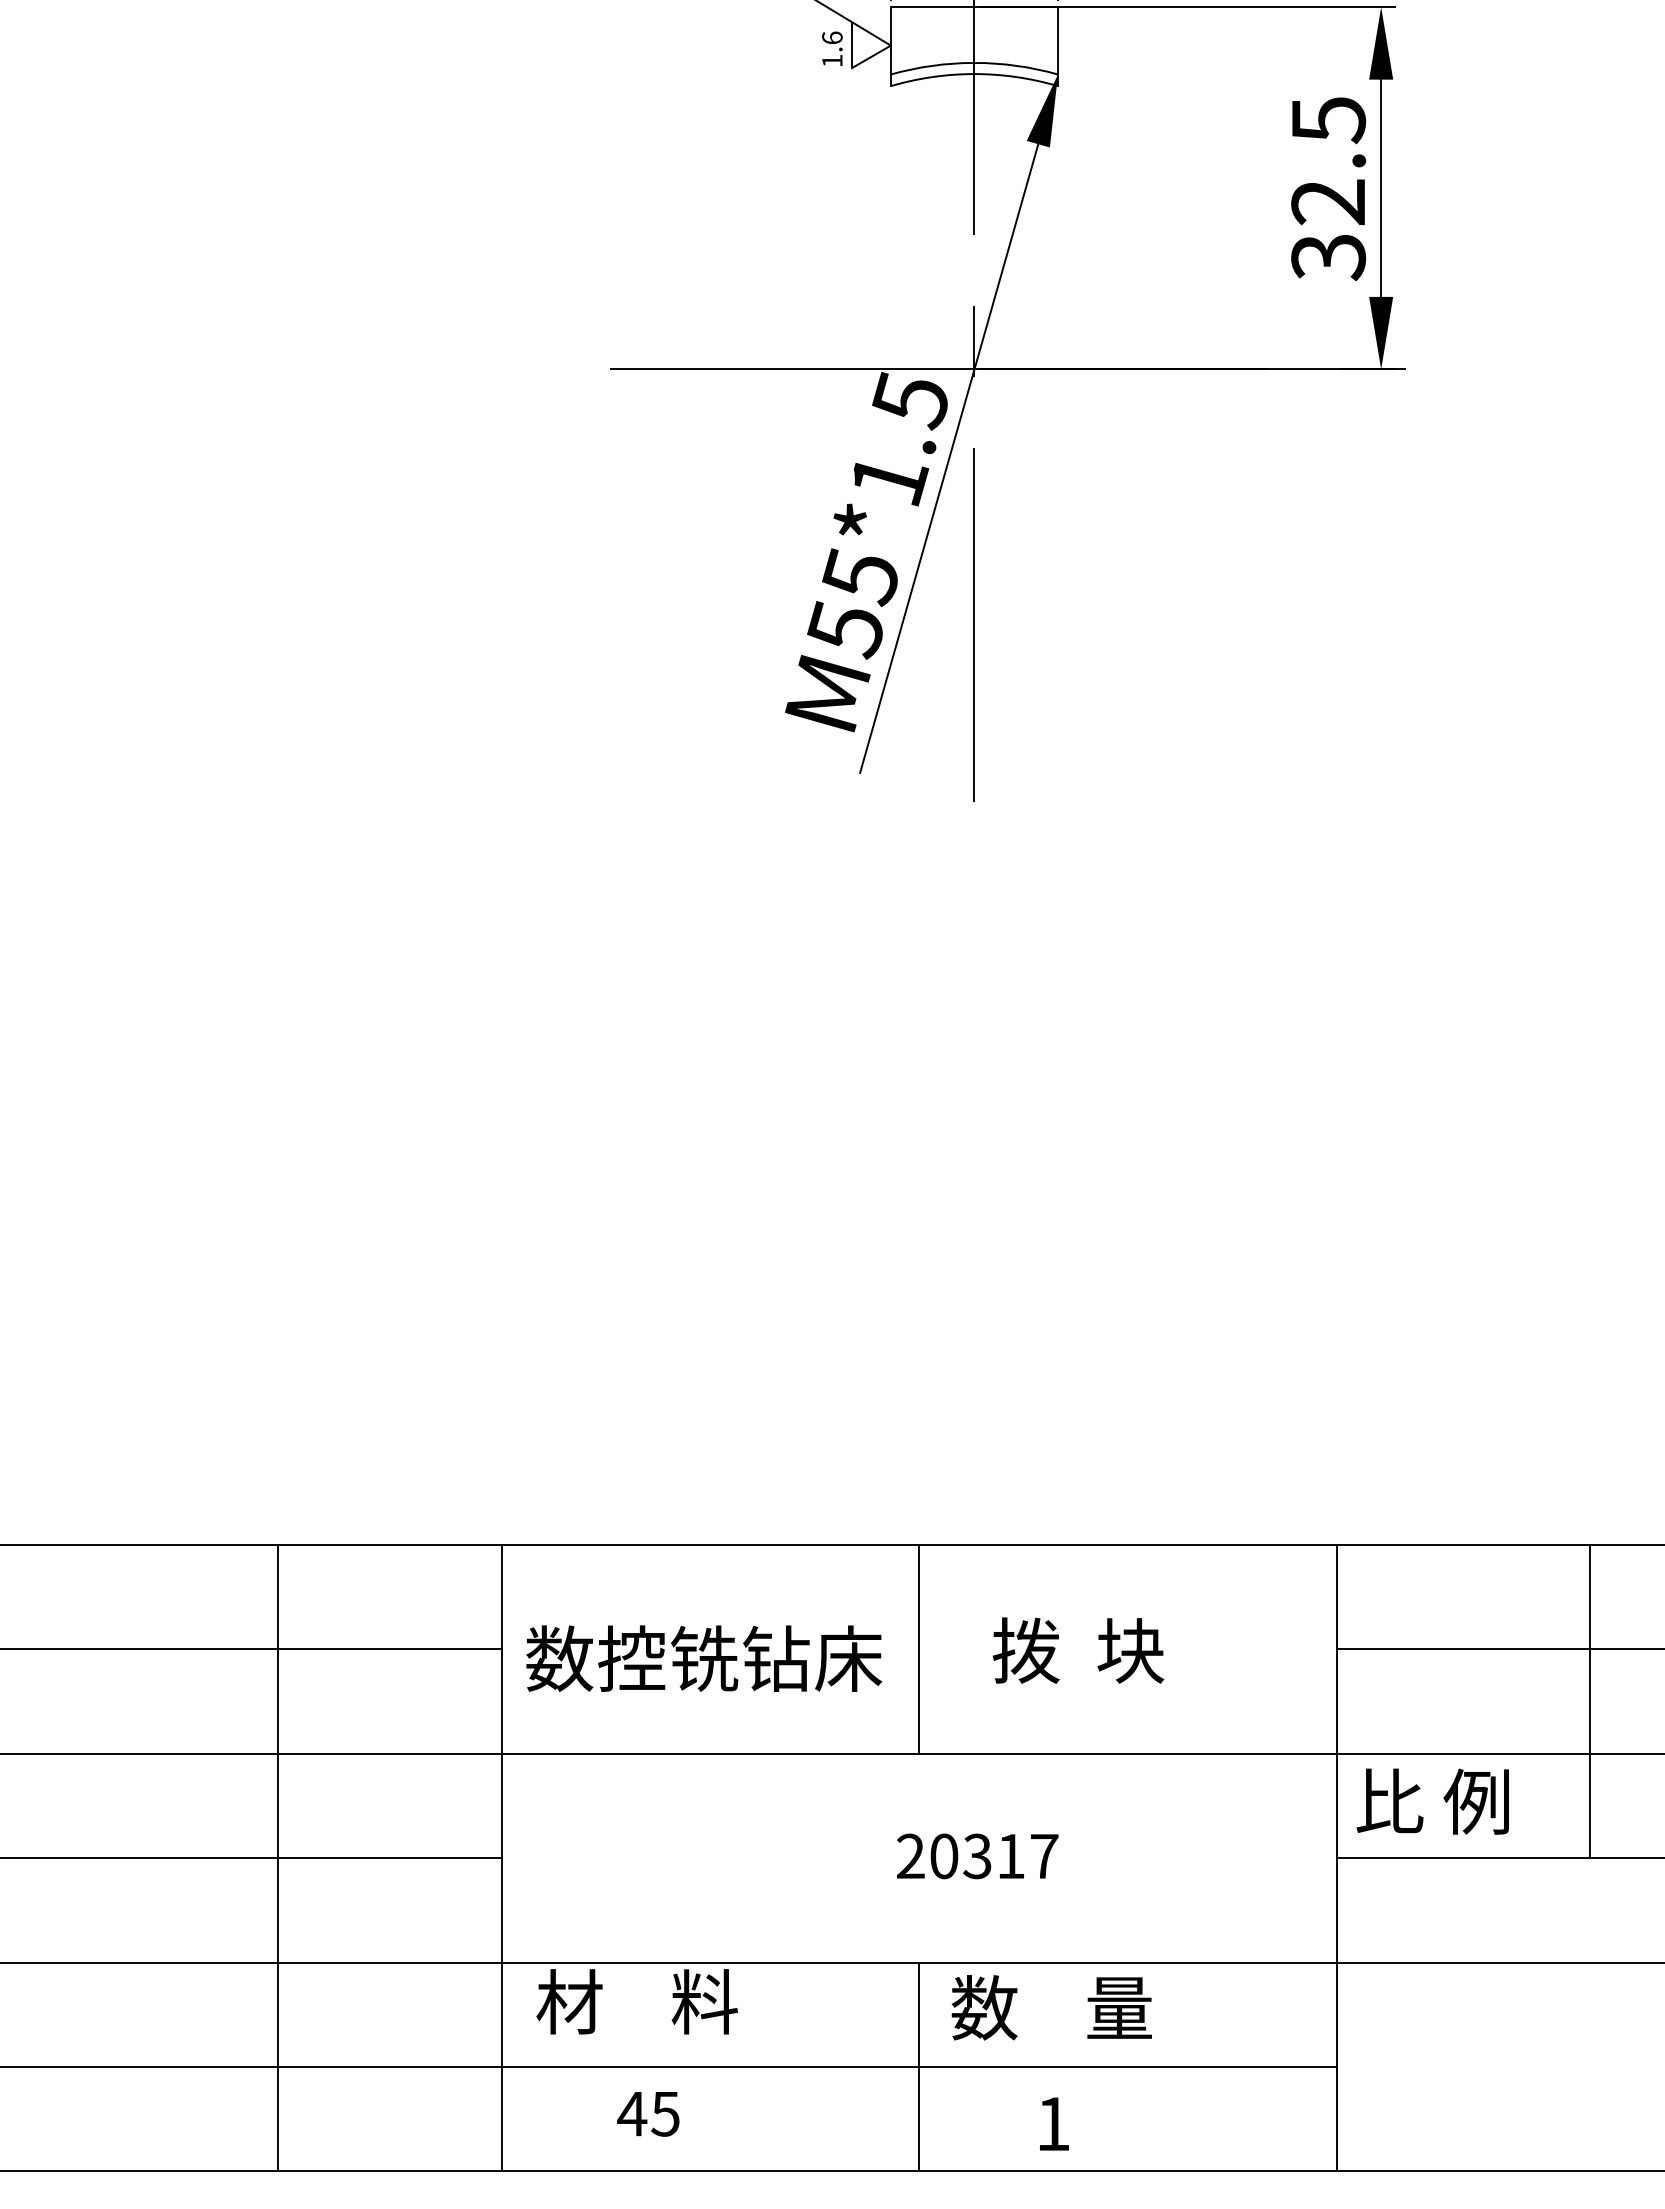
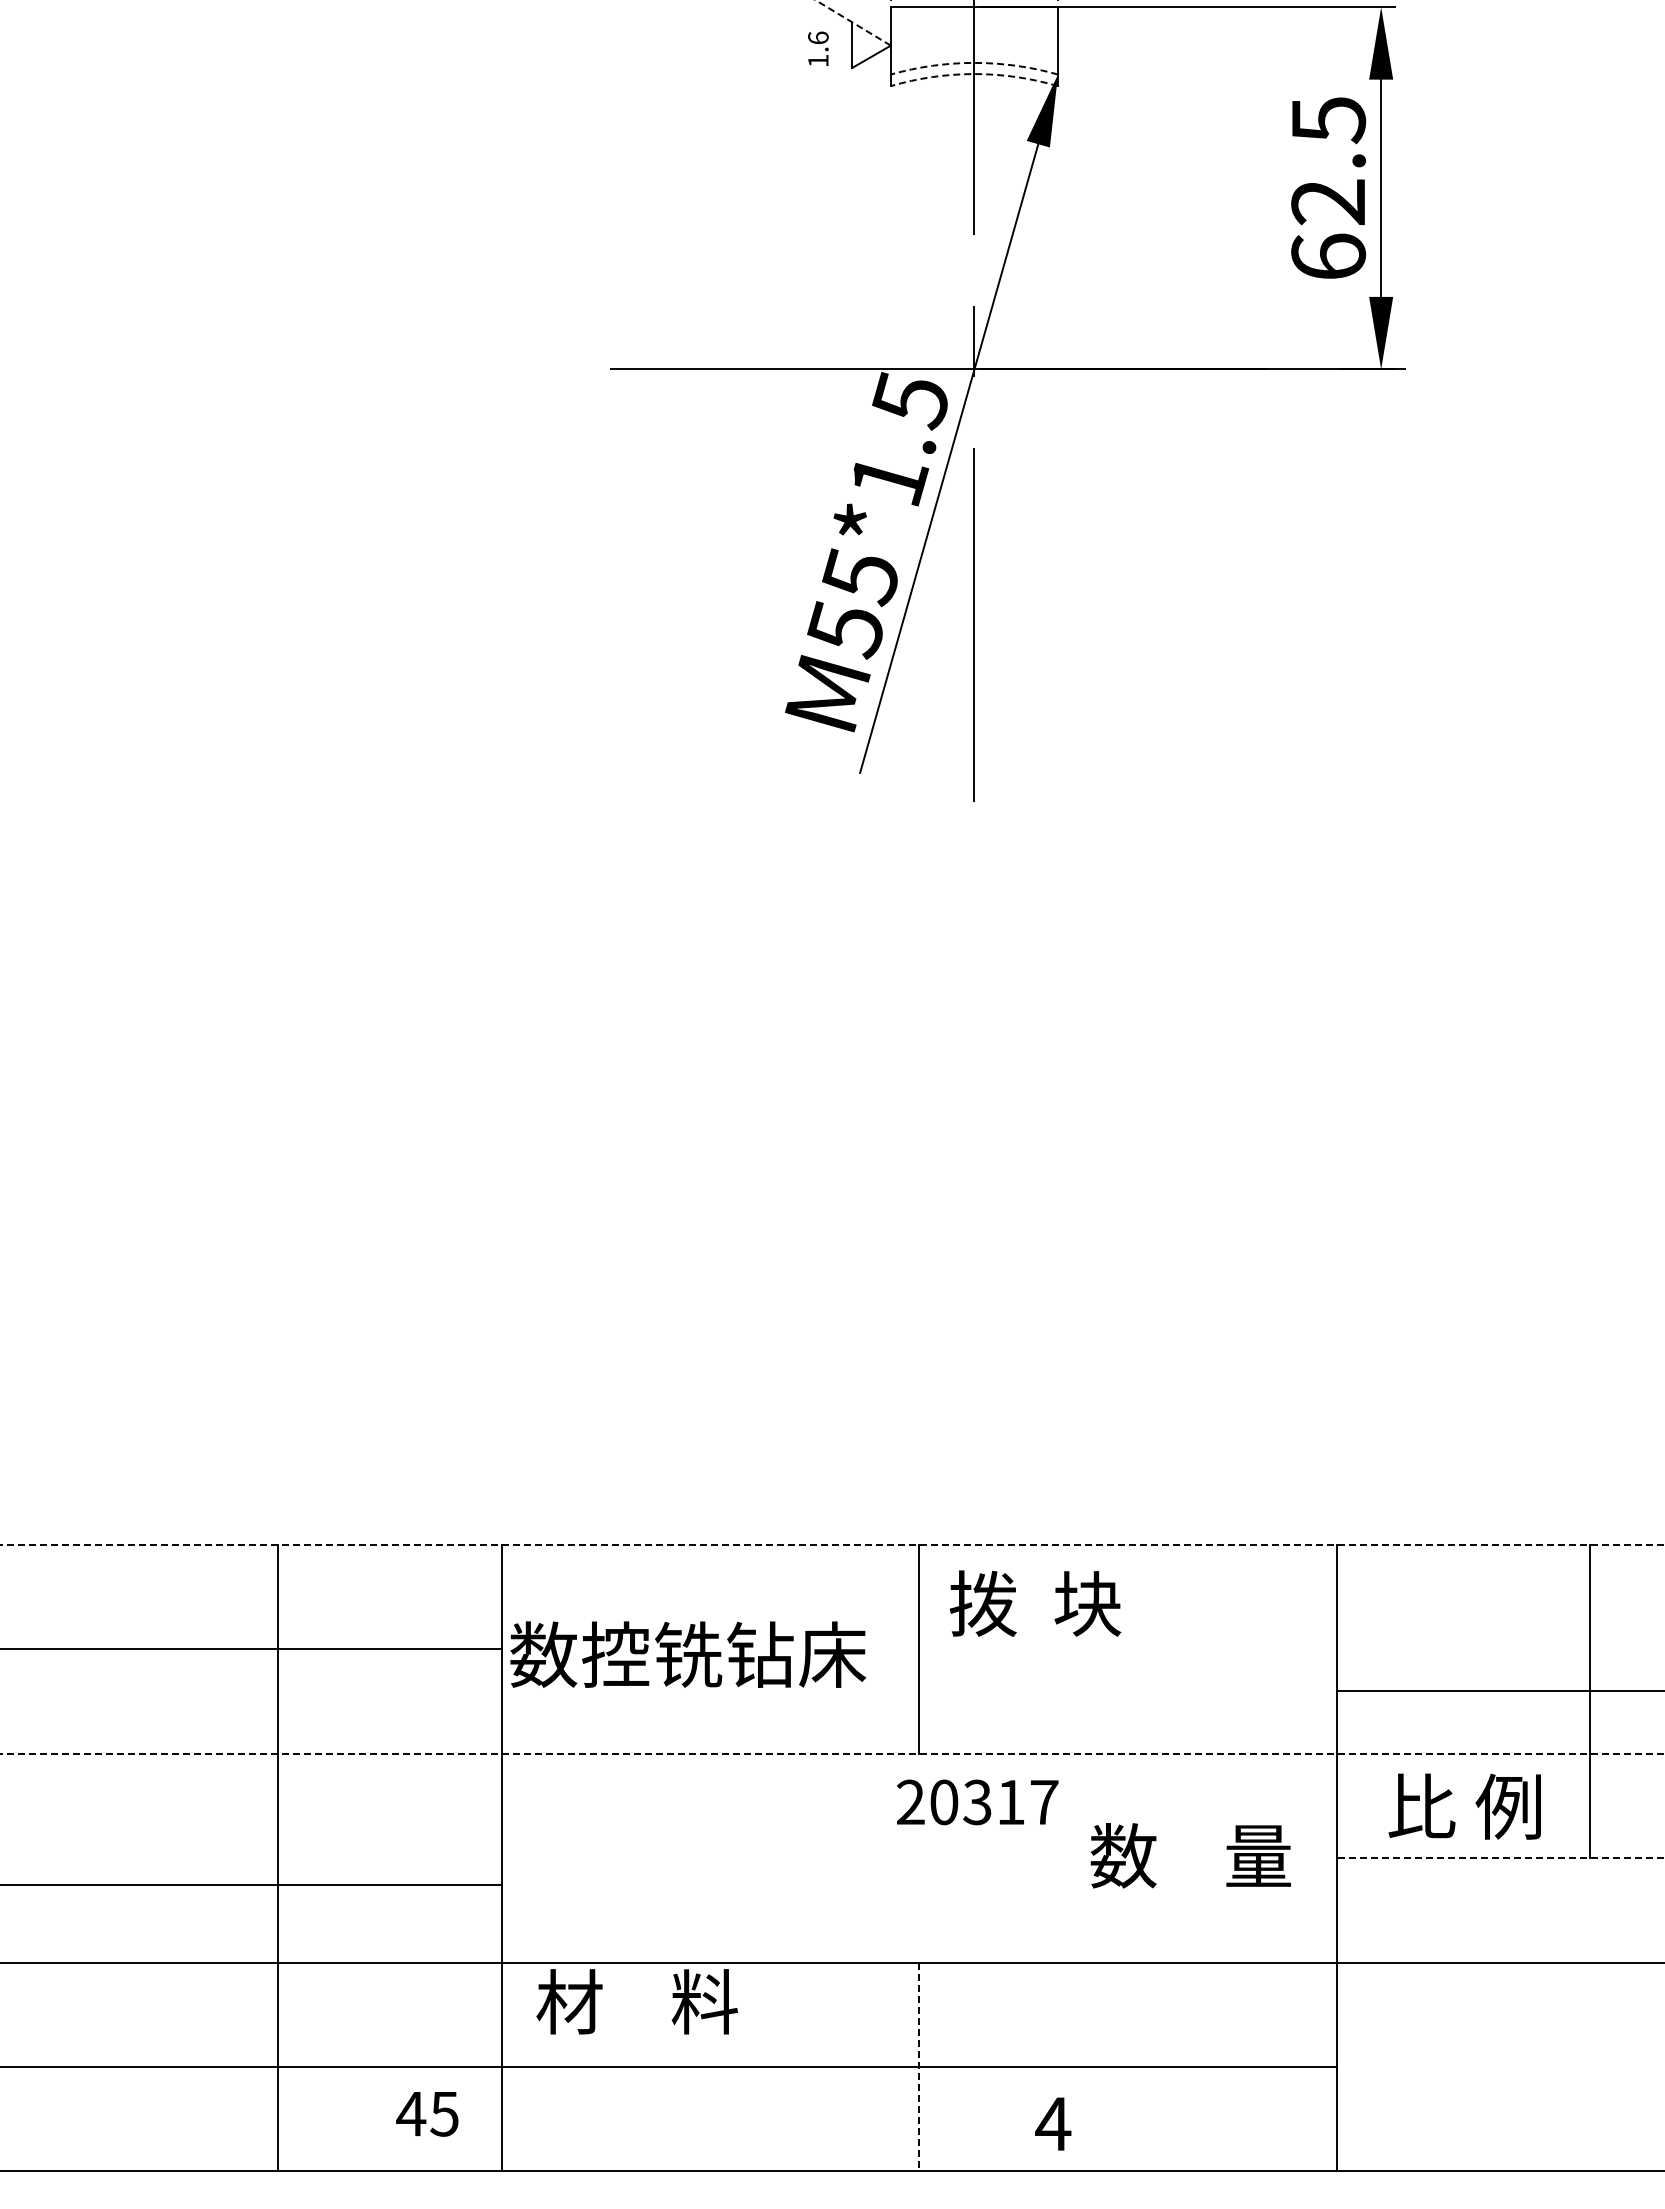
line at (853, 22): solid -> dashed
text at (832, 48) position: (832, 48) -> (818, 48)
arc at (974, 62): solid -> dashed
arc at (974, 74): solid -> dashed
text at (1328, 257): 32.5 -> 62.5
line at (832, 1545): solid -> dashed
line at (1498, 1649) position: (1498, 1649) -> (1498, 1691)
text at (1078, 1650) position: (1078, 1650) -> (1035, 1603)
text at (704, 1658) position: (704, 1658) -> (688, 1654)
line at (832, 1753): solid -> dashed
text at (1432, 1801) position: (1432, 1801) -> (1464, 1806)
text at (977, 1856) position: (977, 1856) -> (977, 1802)
line at (251, 1858) position: (251, 1858) -> (251, 1885)
line at (1500, 1858): solid -> dashed
text at (1051, 2007) position: (1051, 2007) -> (1190, 1855)
line at (919, 2067): solid -> dashed
text at (648, 2114) position: (648, 2114) -> (427, 2114)
text at (1053, 2123): 1 -> 4
